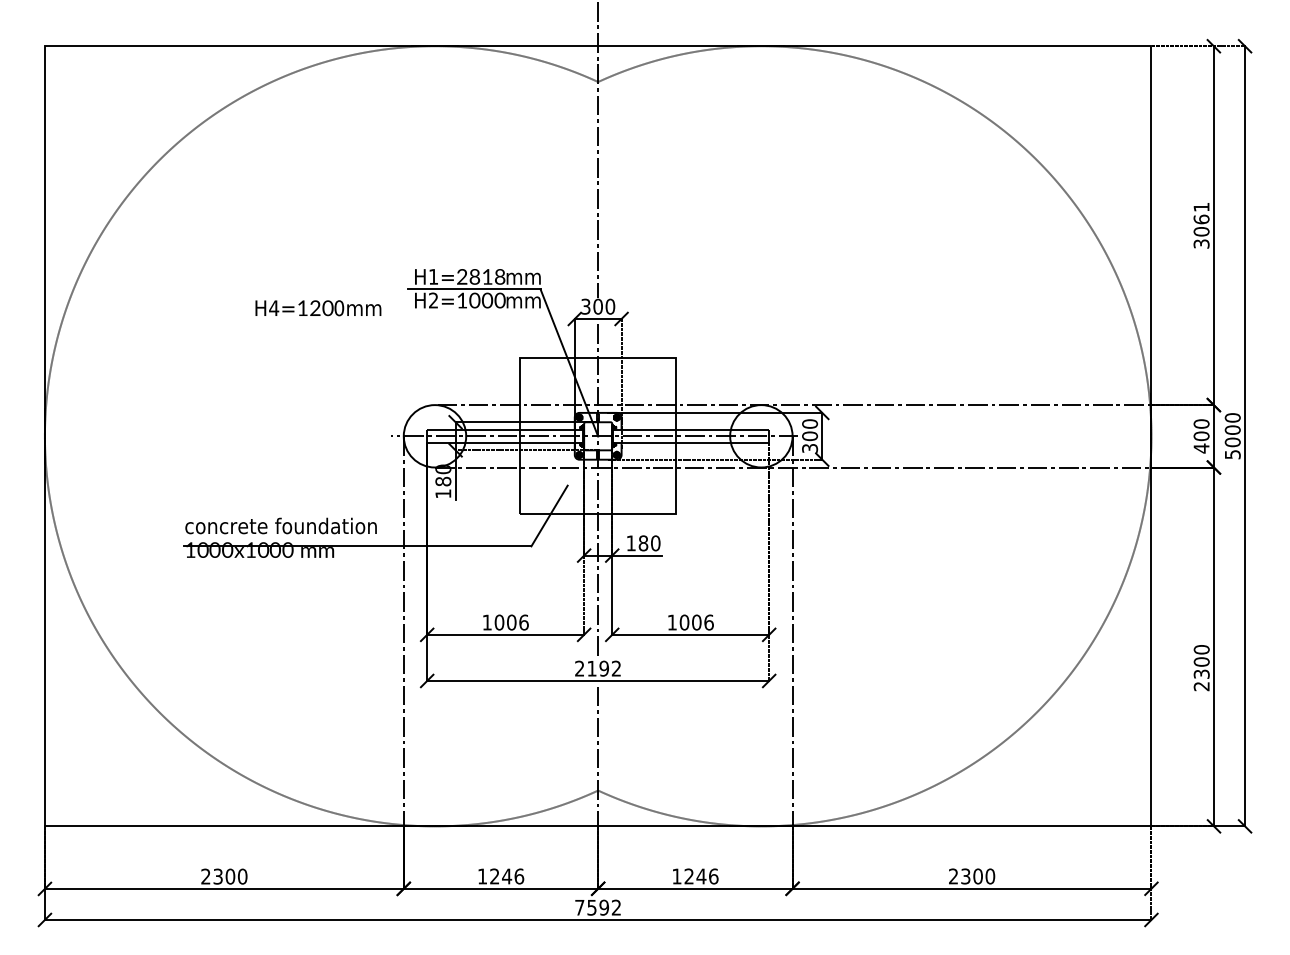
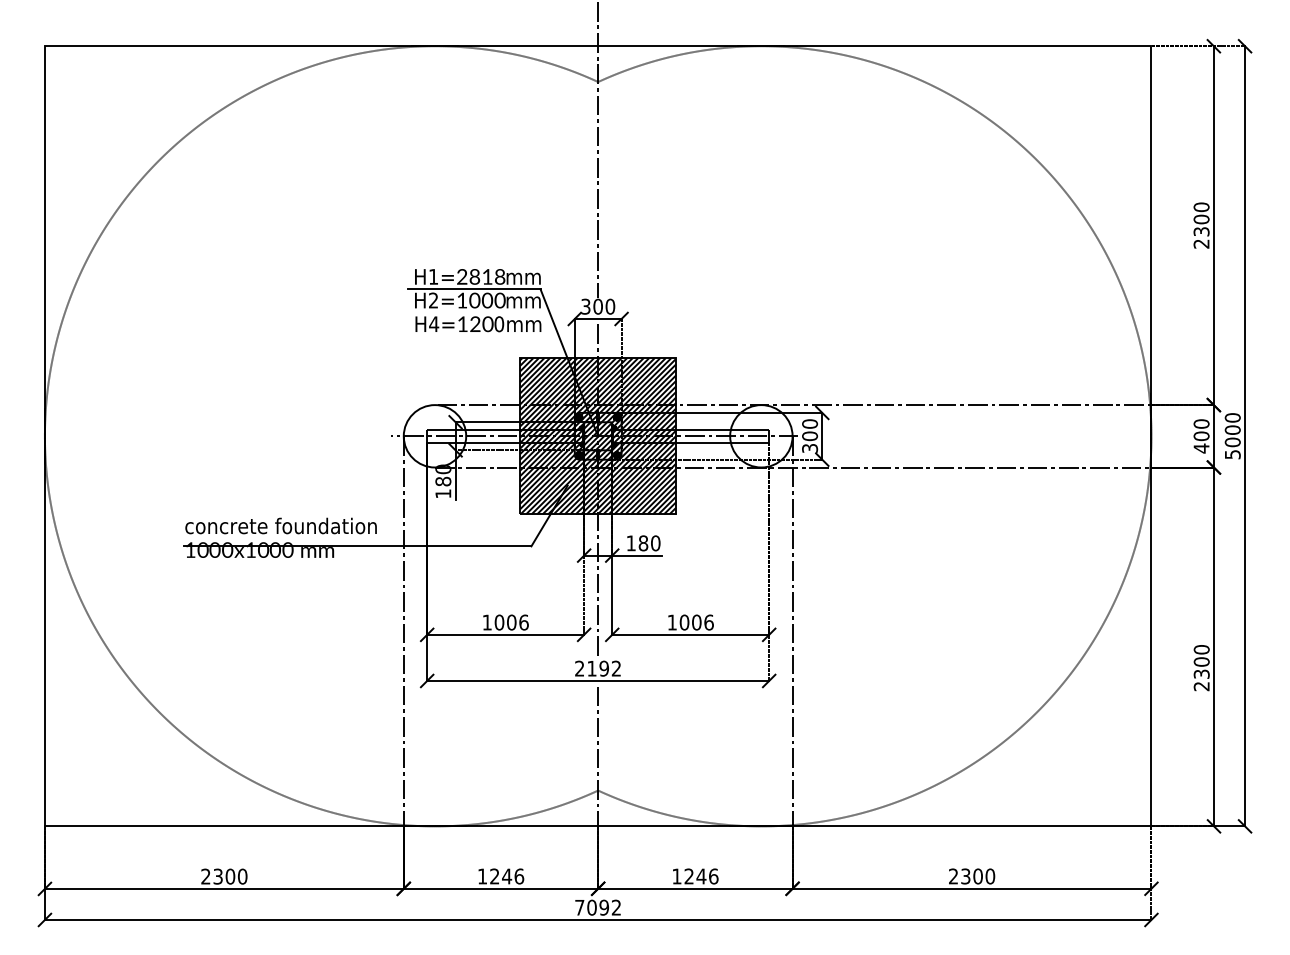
text at (1201, 225): 3061 -> 2300
text at (318, 308) position: (318, 308) -> (478, 324)
hatch at (598, 436): none -> present
text at (591, 907): 7592 -> 7092
